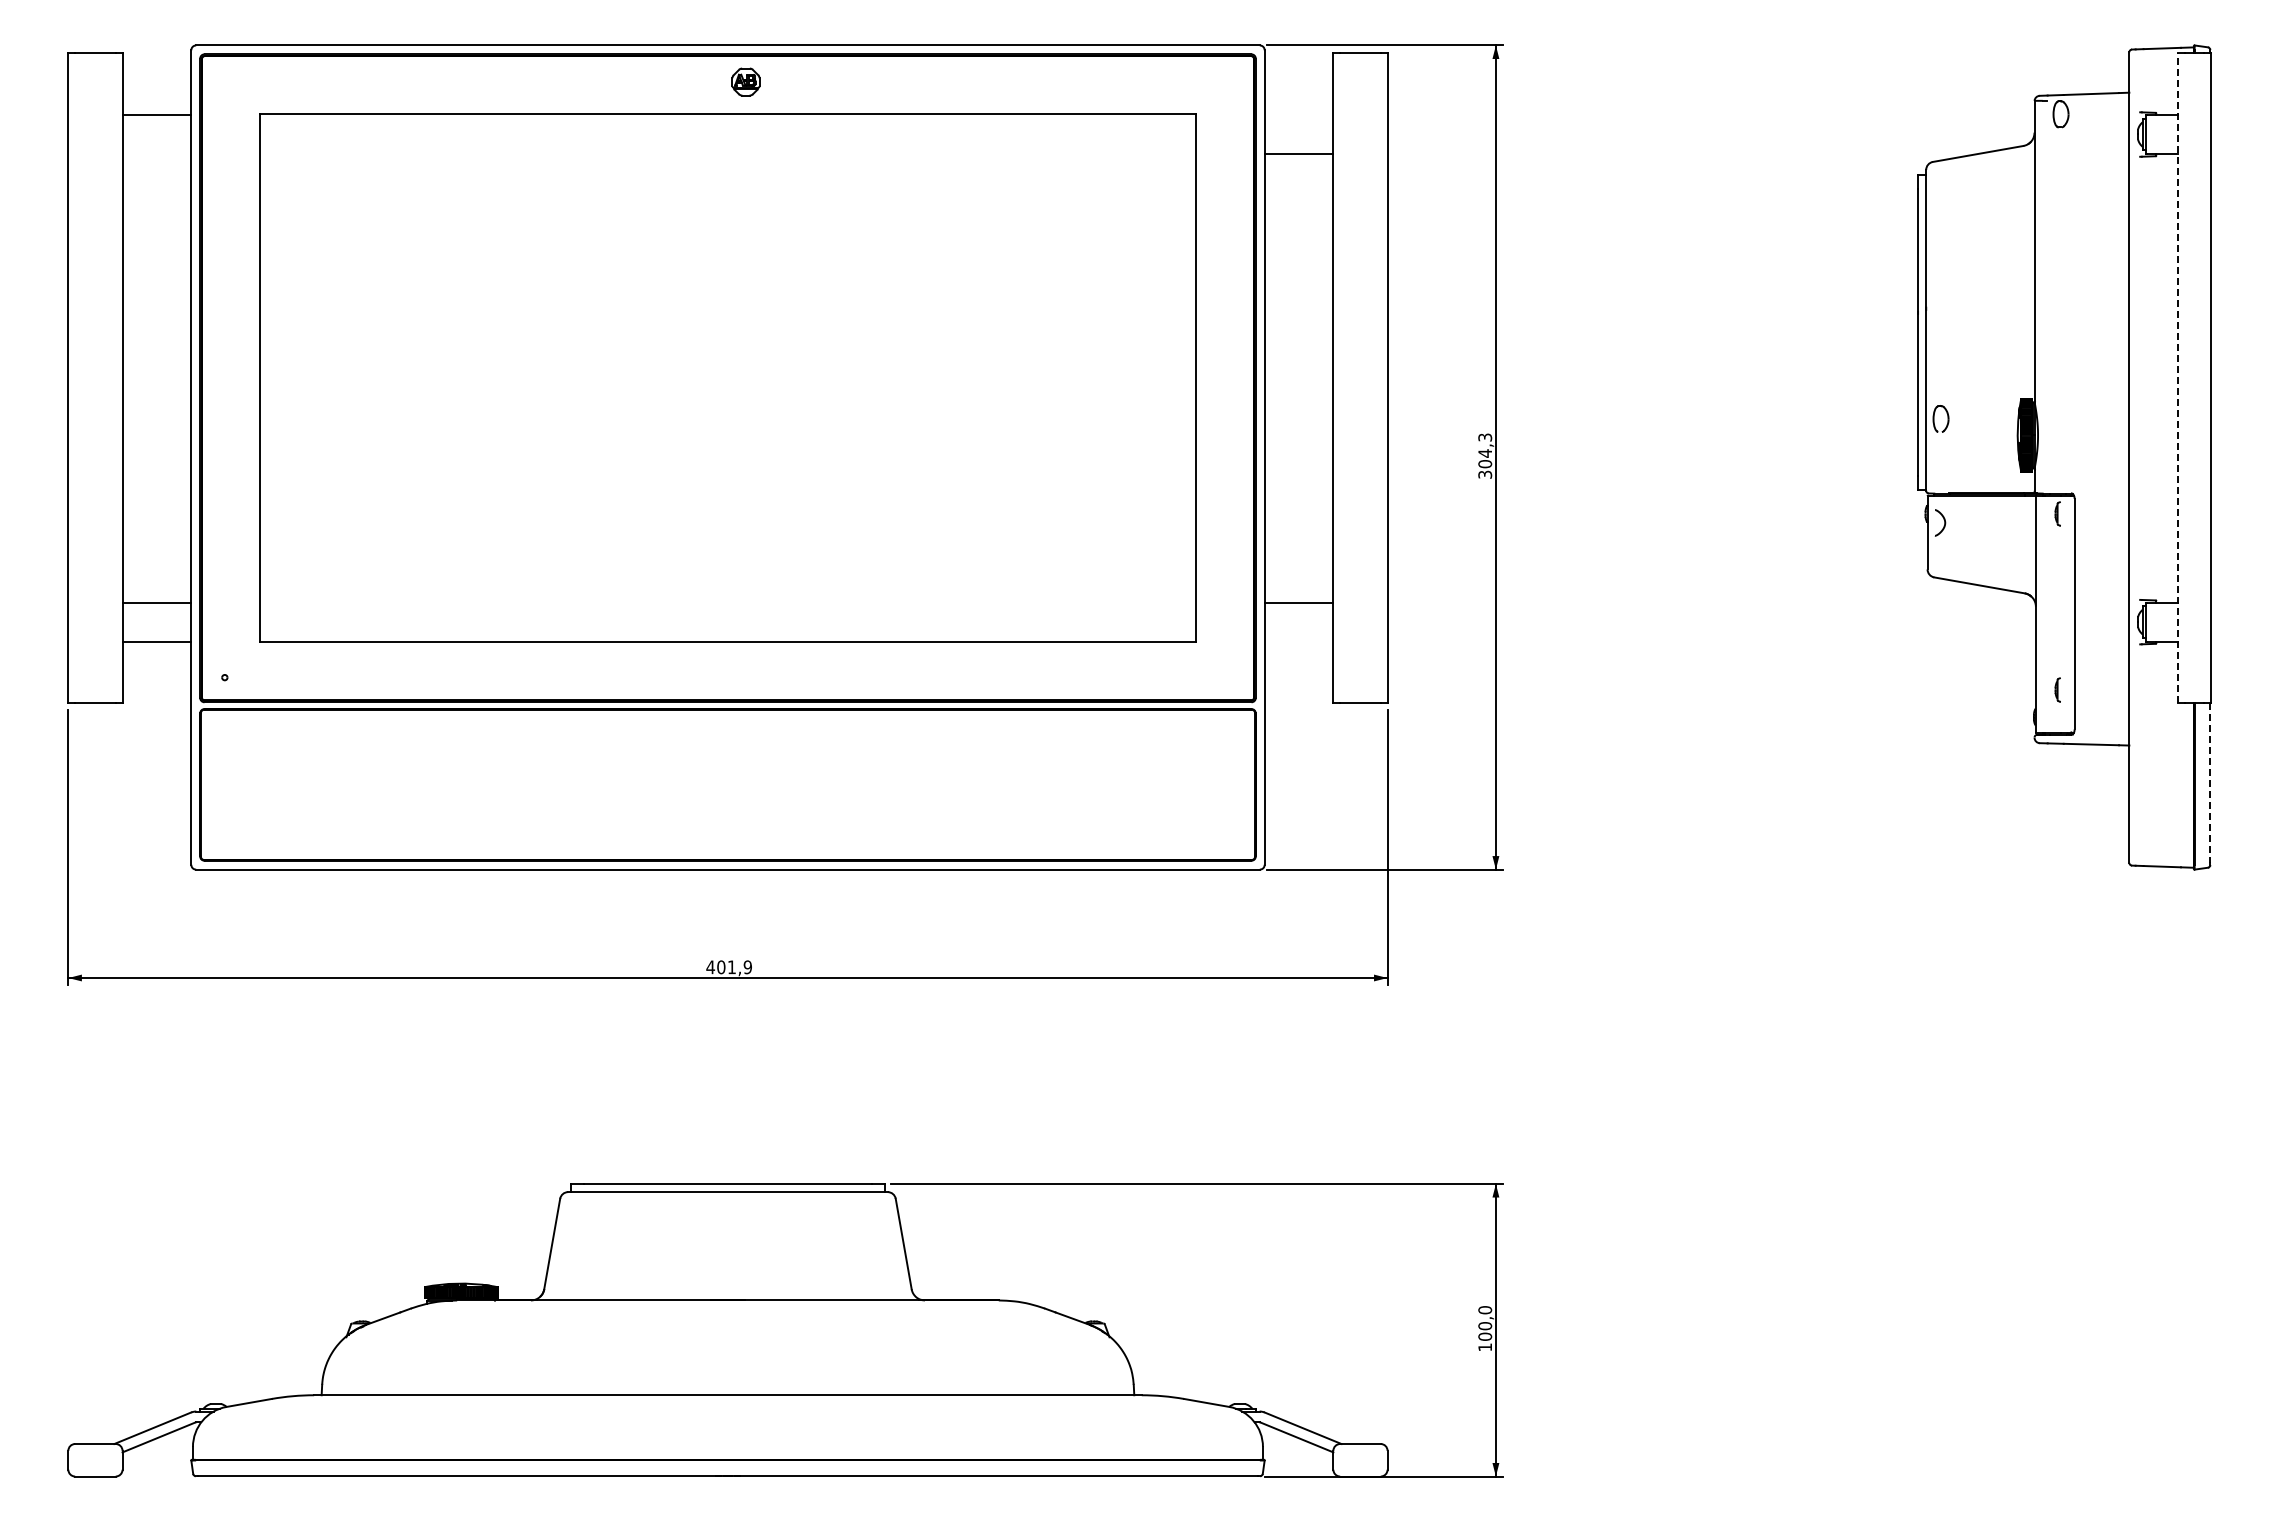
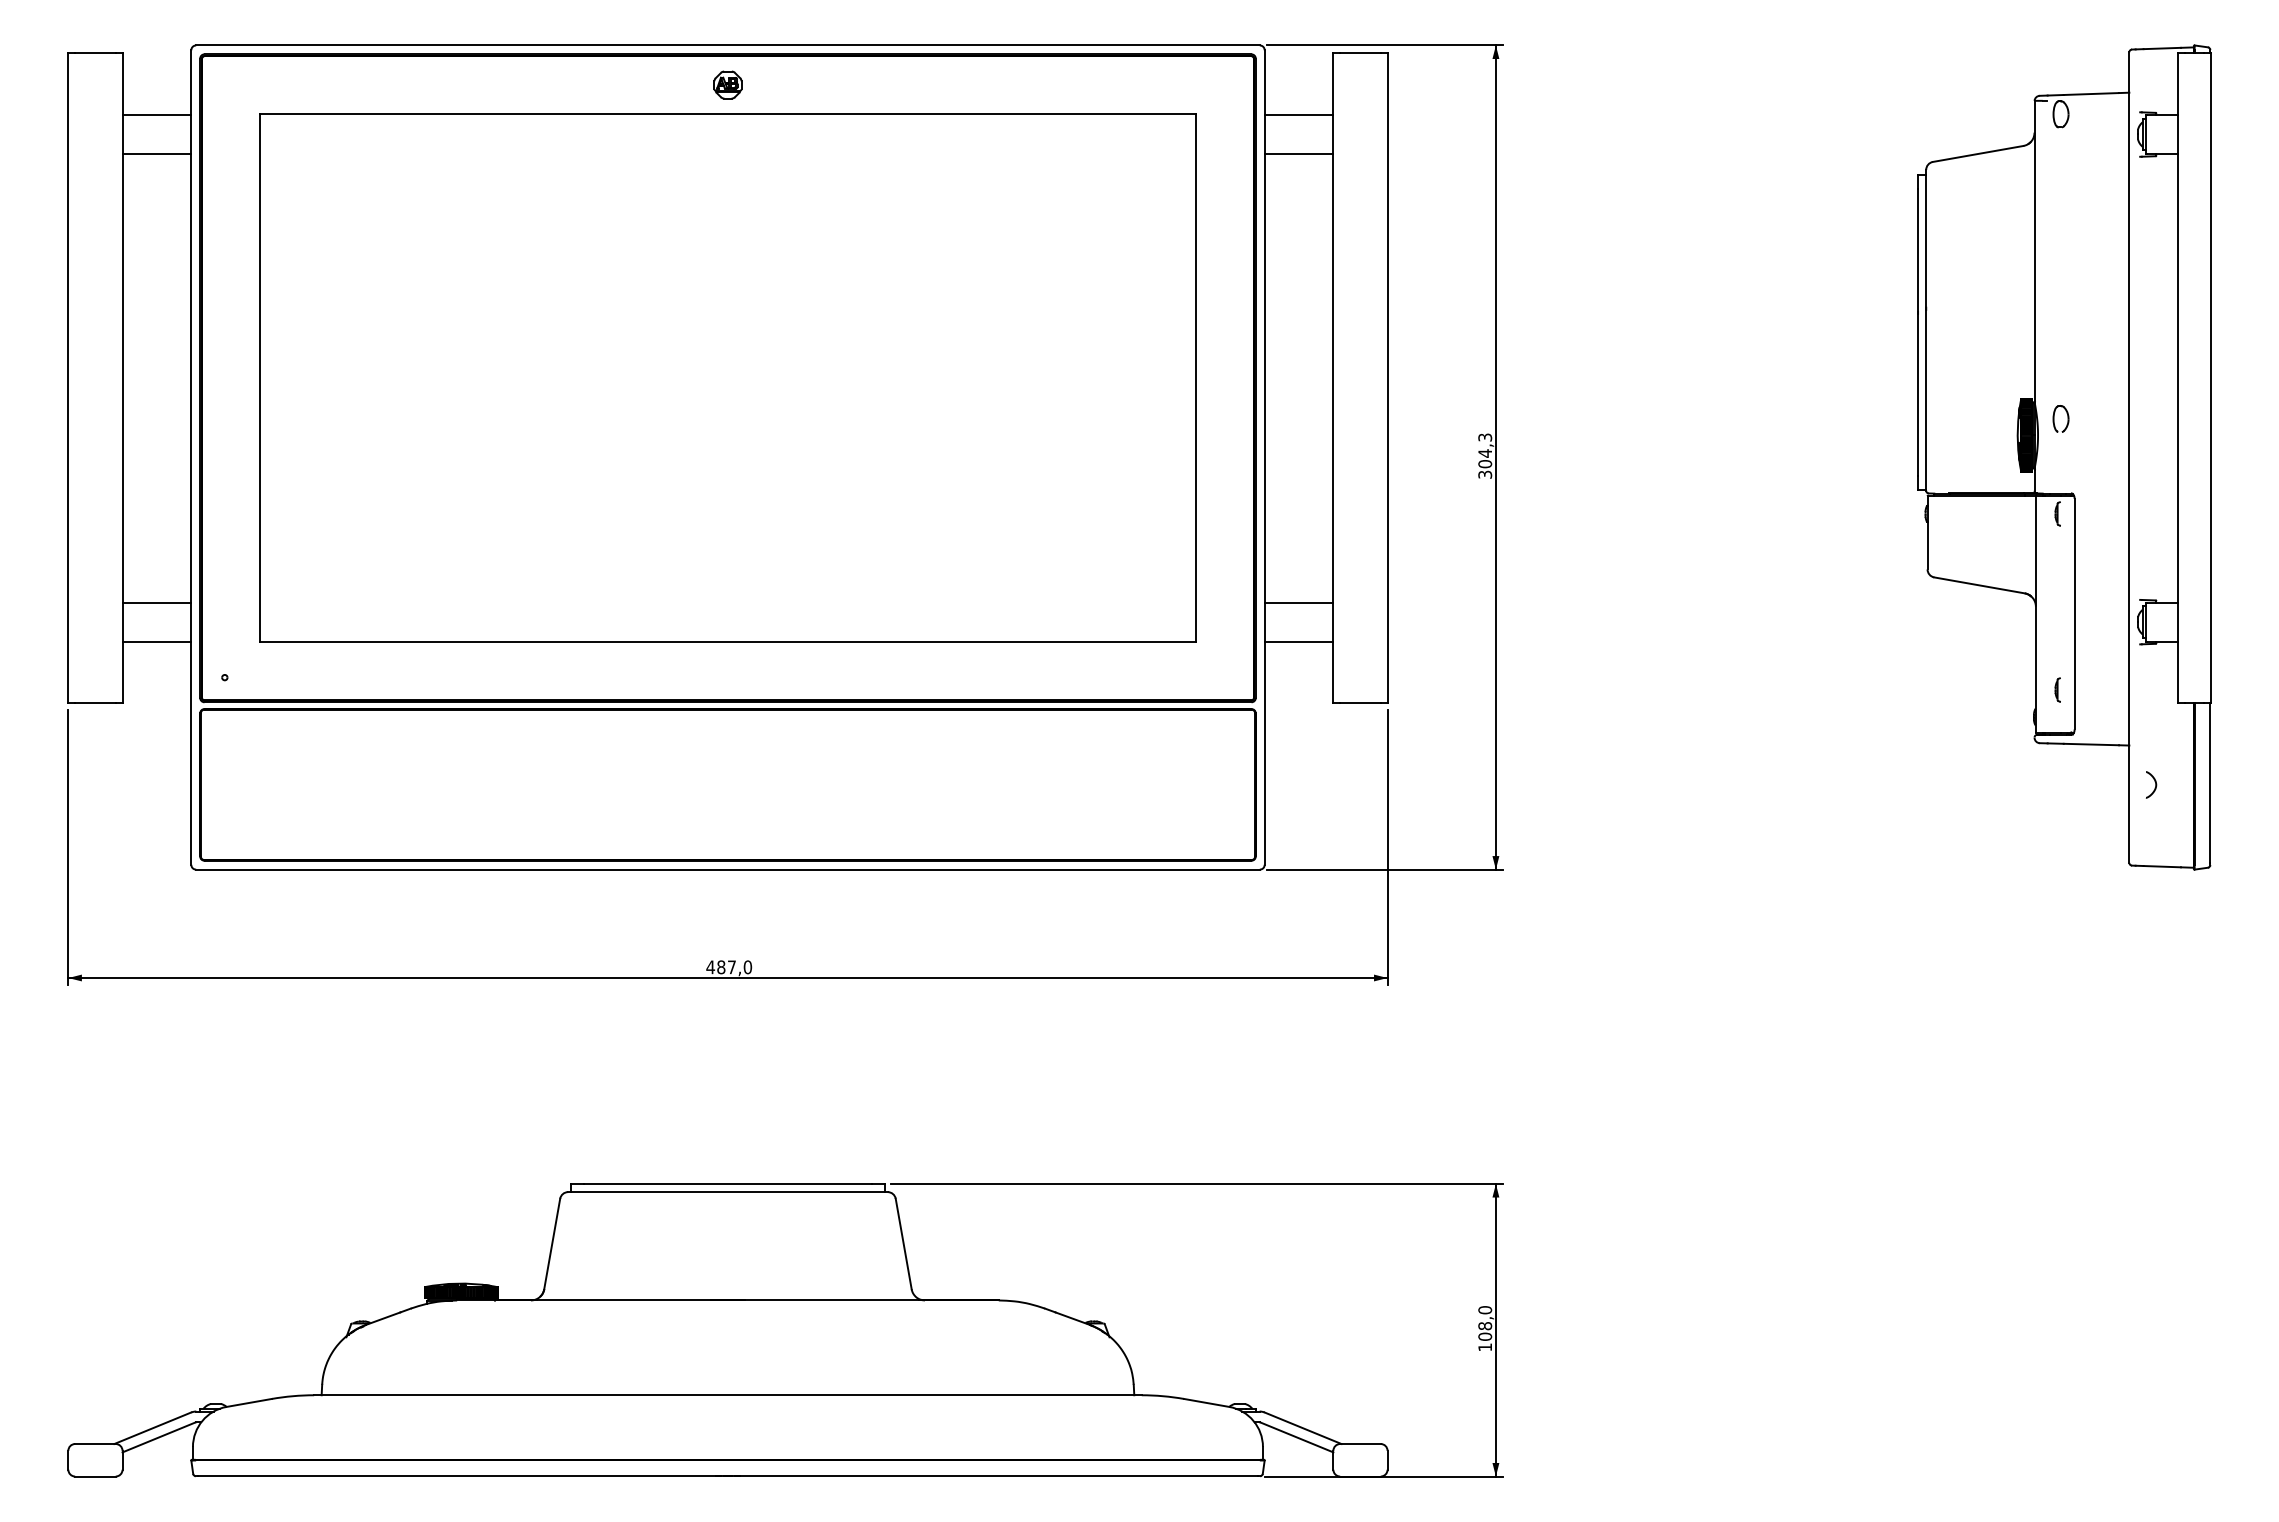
part at (745, 81) position: (745, 81) -> (727, 84)
line at (1298, 114): none -> present
line at (156, 154): none -> present
line at (2178, 377): dashed -> solid
part at (1940, 418) position: (1940, 418) -> (2060, 418)
curve at (1944, 522) position: (1944, 522) -> (2155, 784)
line at (1298, 641): none -> present
line at (2210, 783): dashed -> solid
text at (734, 967): 401,9 -> 487,0
text at (1484, 1326): 100,0 -> 108,0
